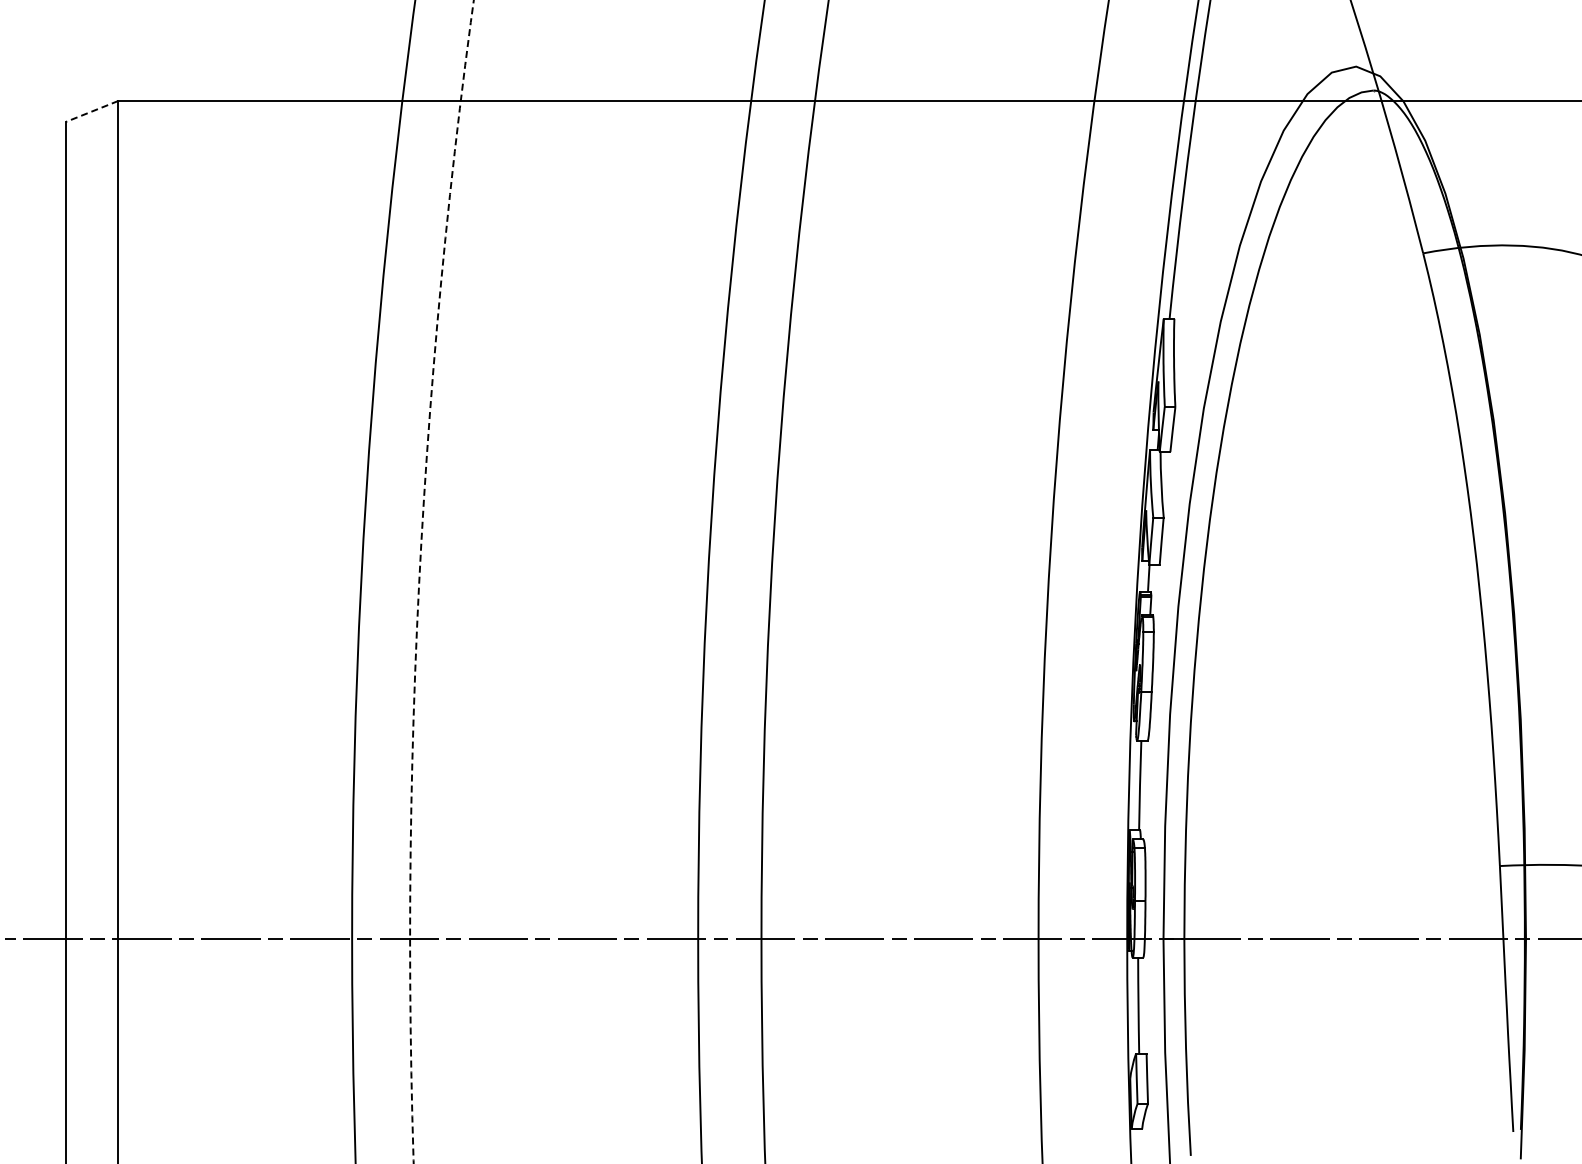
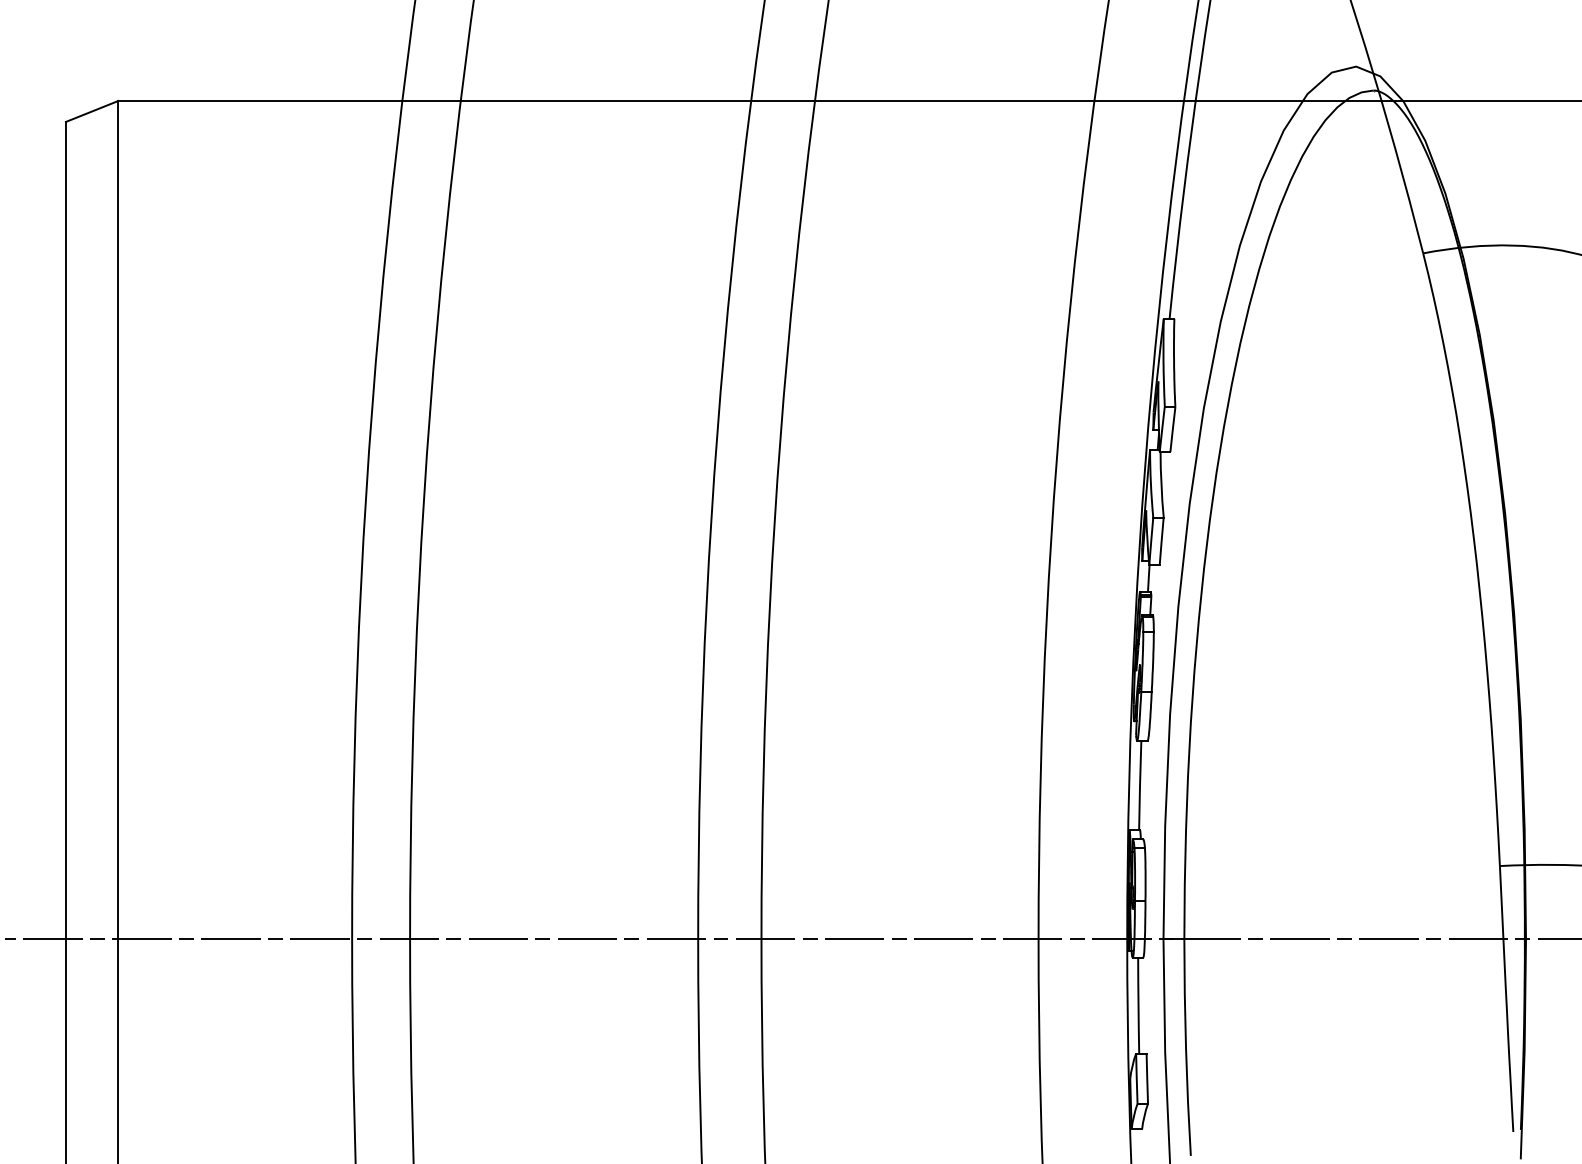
line at (91, 111): dashed -> solid
circle at (441, 581): dashed -> solid
